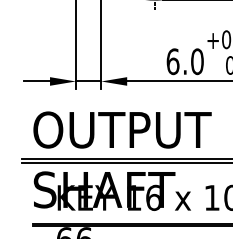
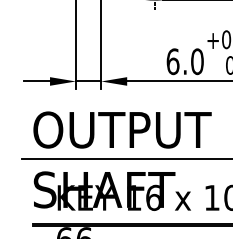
line at (125, 163): present -> none
